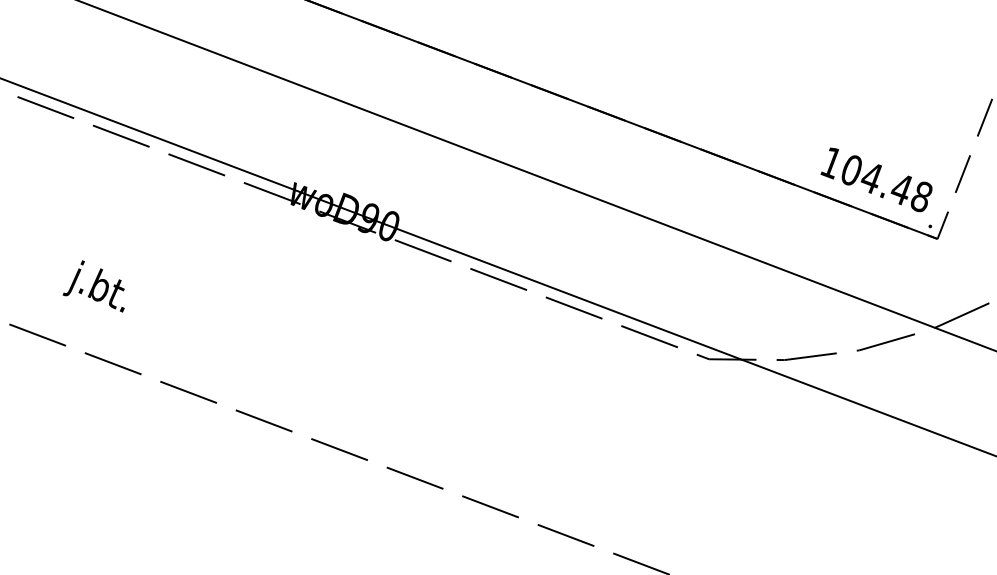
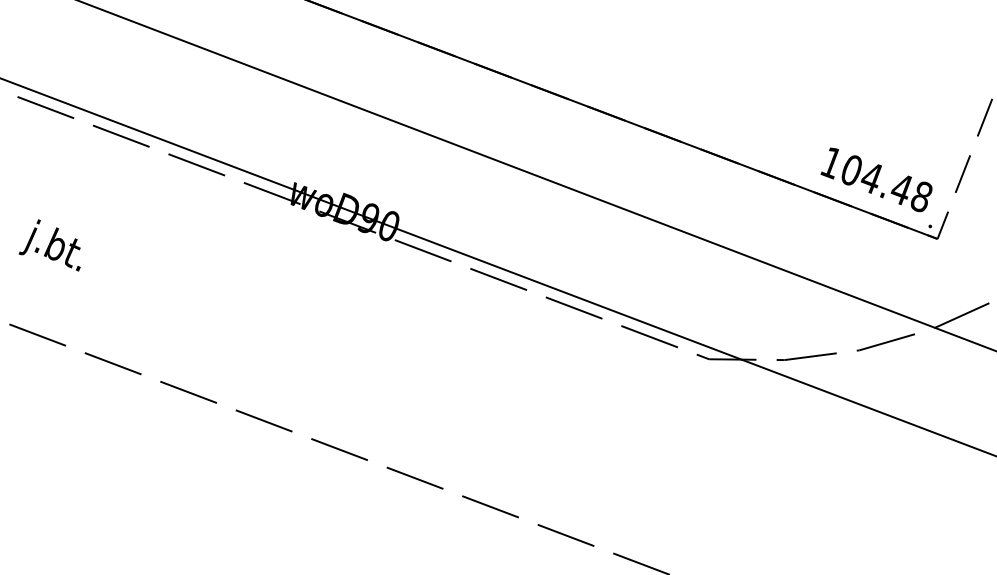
text at (93, 286) position: (93, 286) -> (49, 245)
